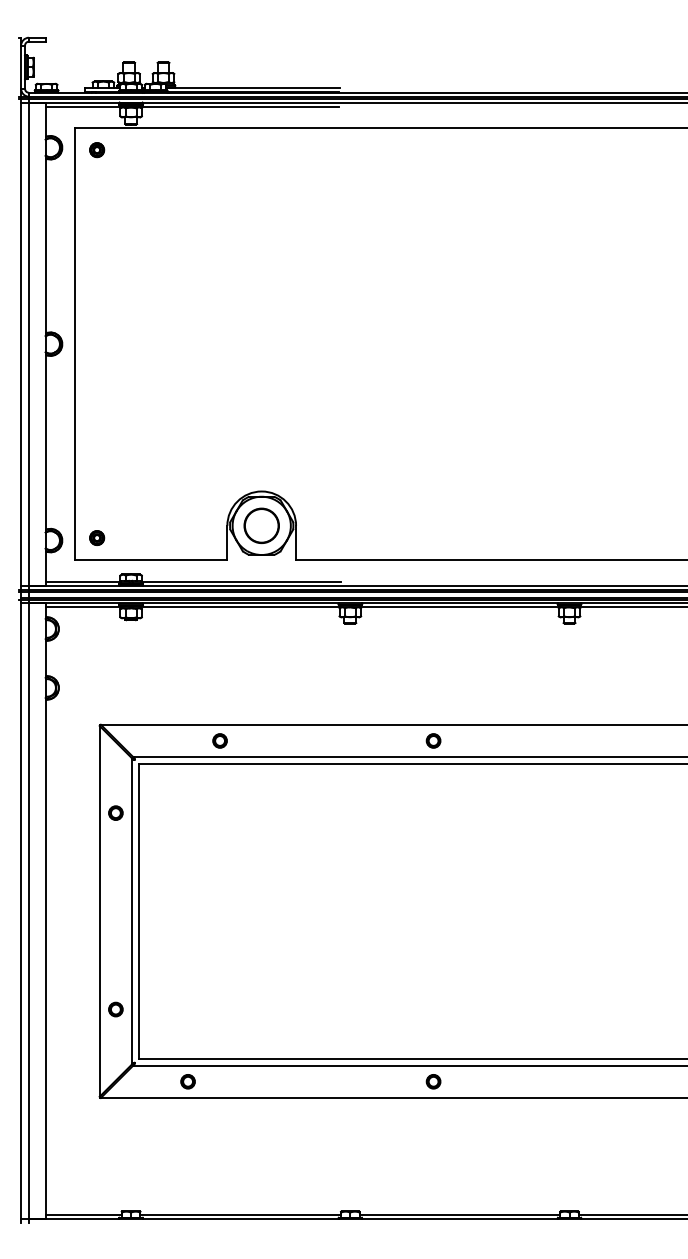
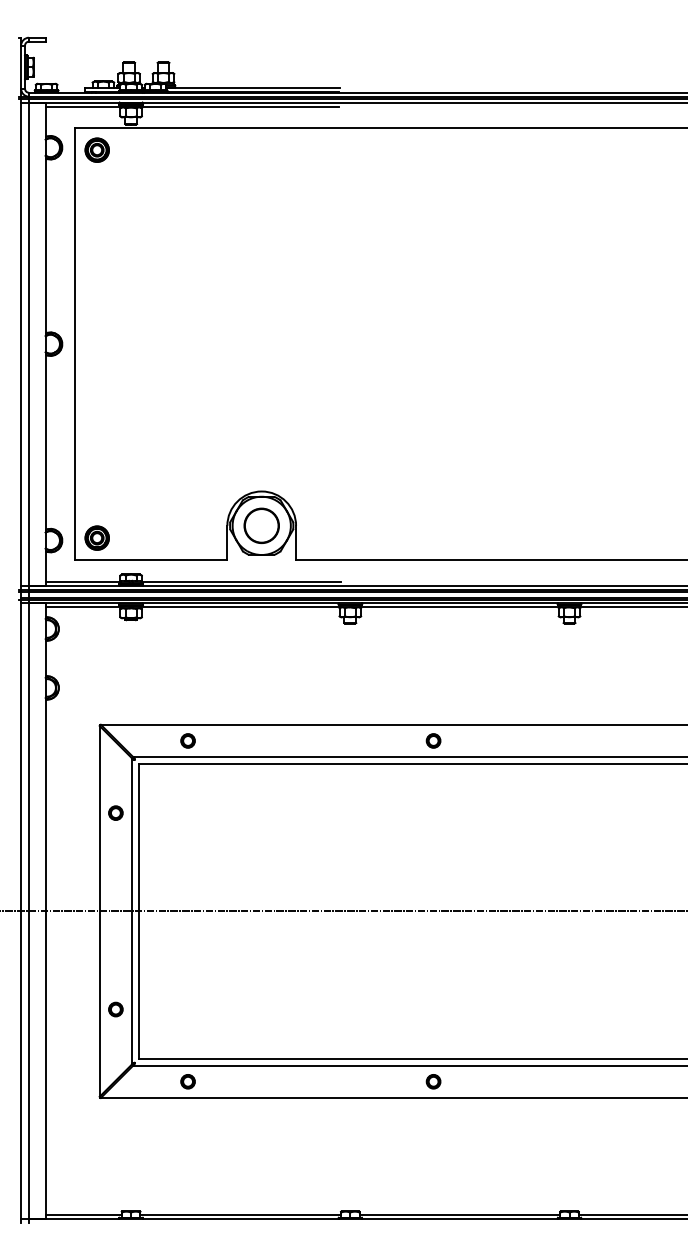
part at (97, 150) size: 17x17 px -> 26x26 px
part at (97, 537) size: 17x16 px -> 26x26 px
circle at (219, 740) position: (219, 740) -> (187, 740)
line at (343, 911): none -> present
